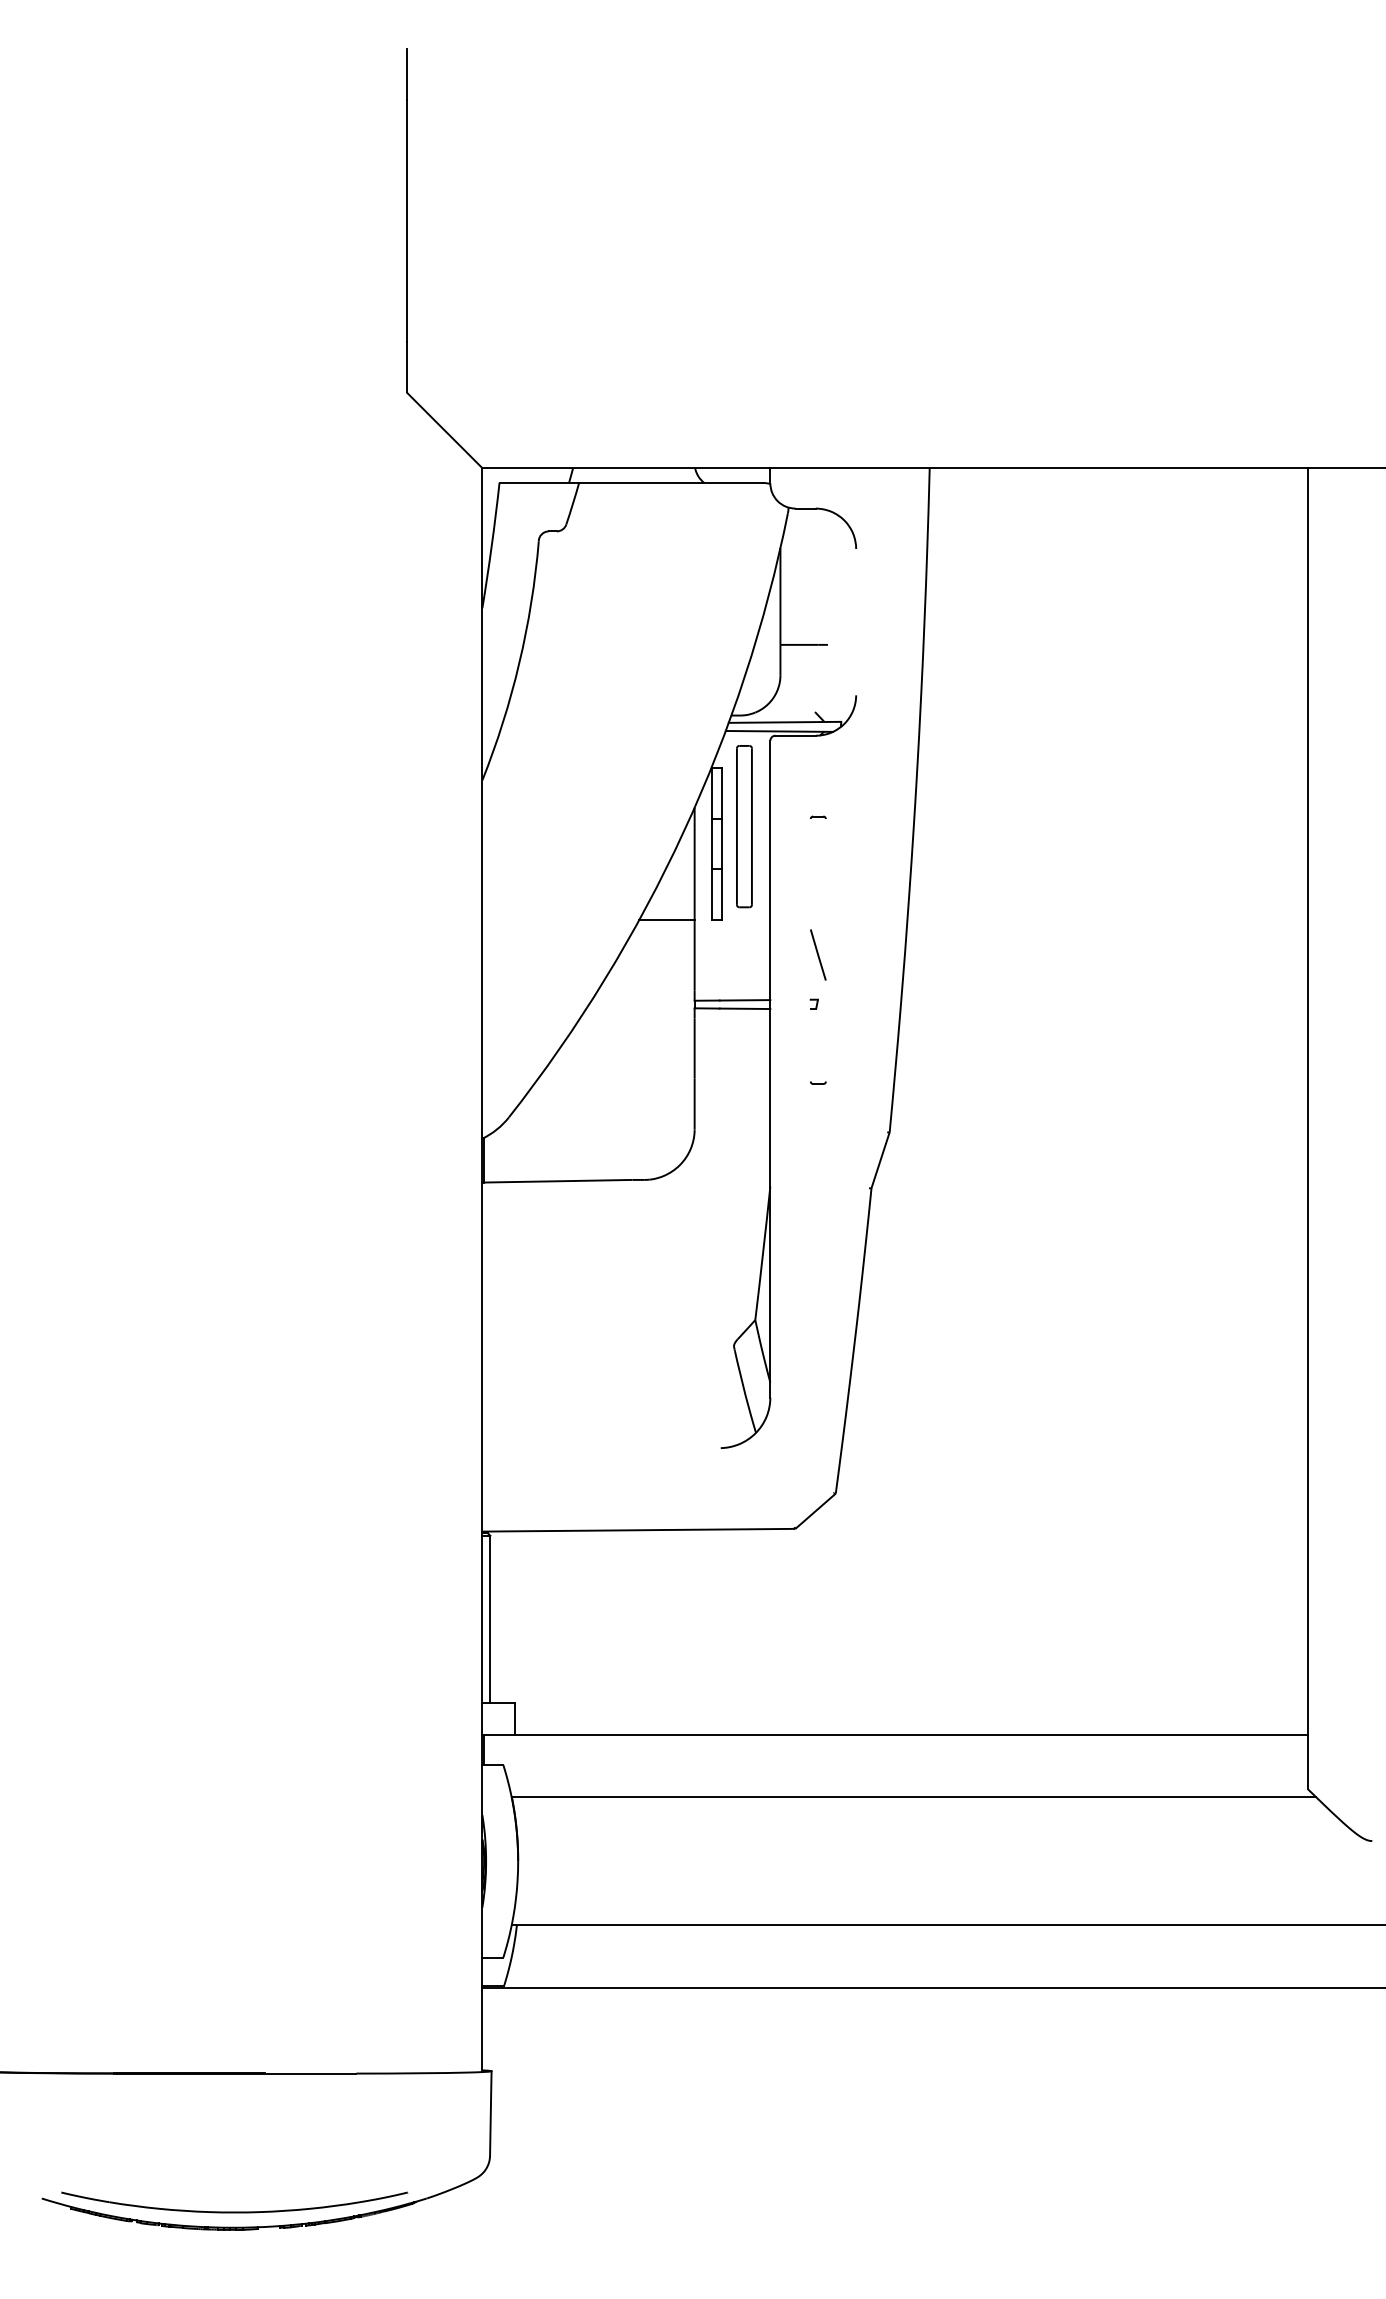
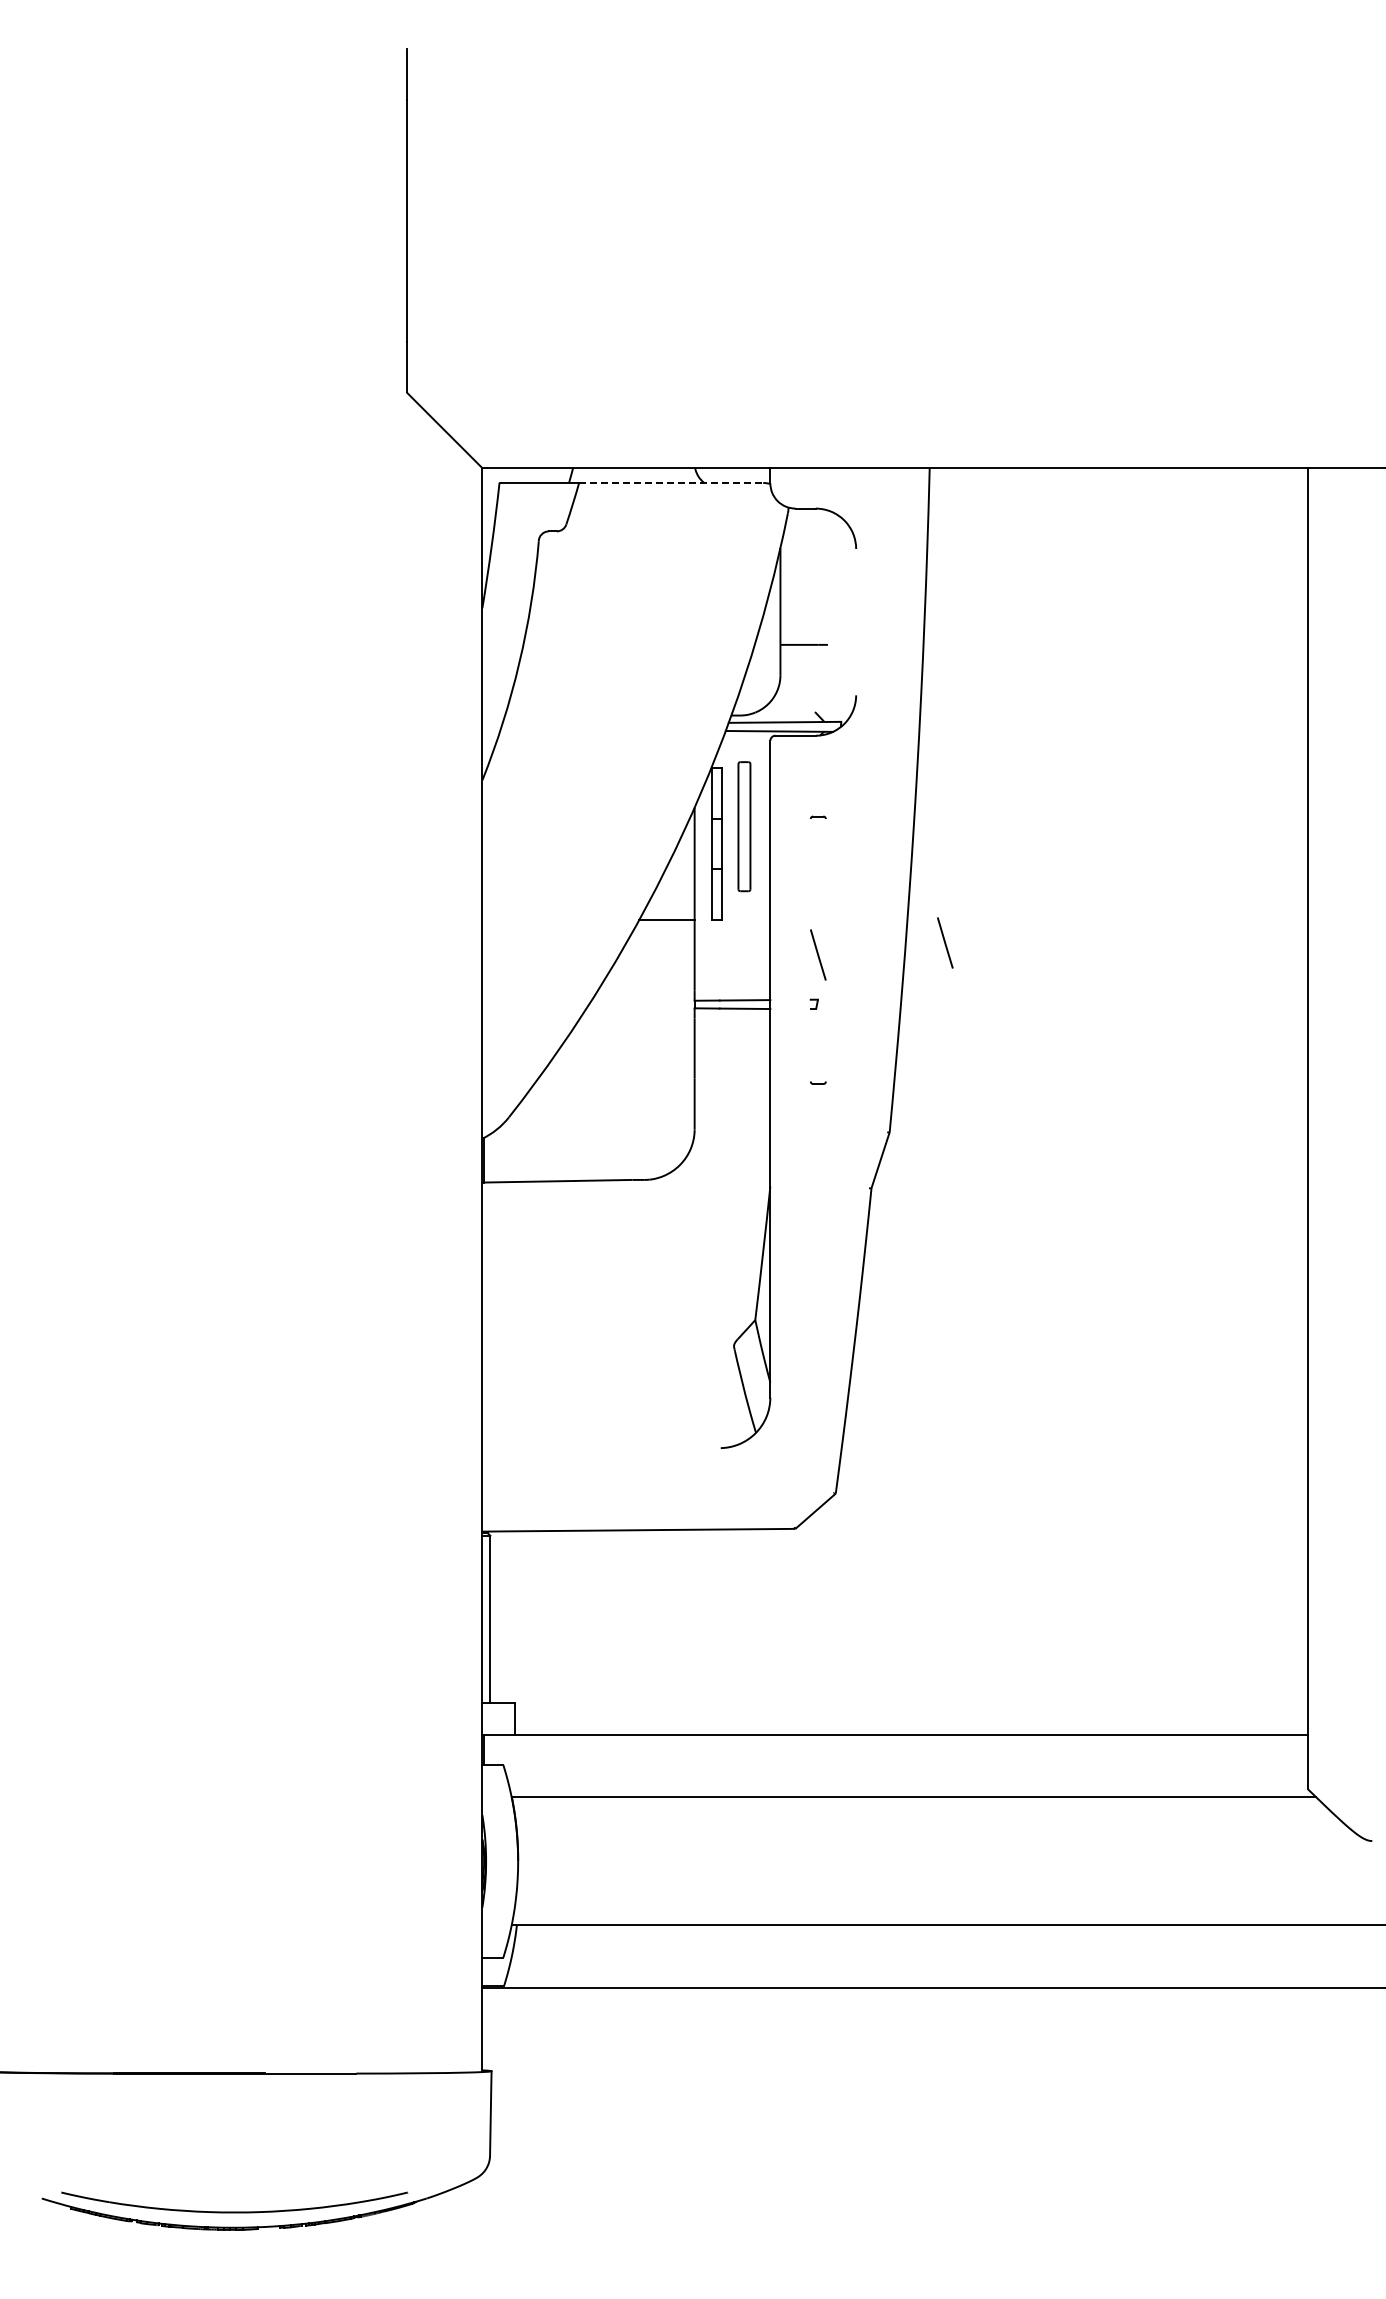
line at (671, 483): solid -> dashed
part at (744, 826) size: 17x164 px -> 15x132 px
line at (945, 942): none -> present
